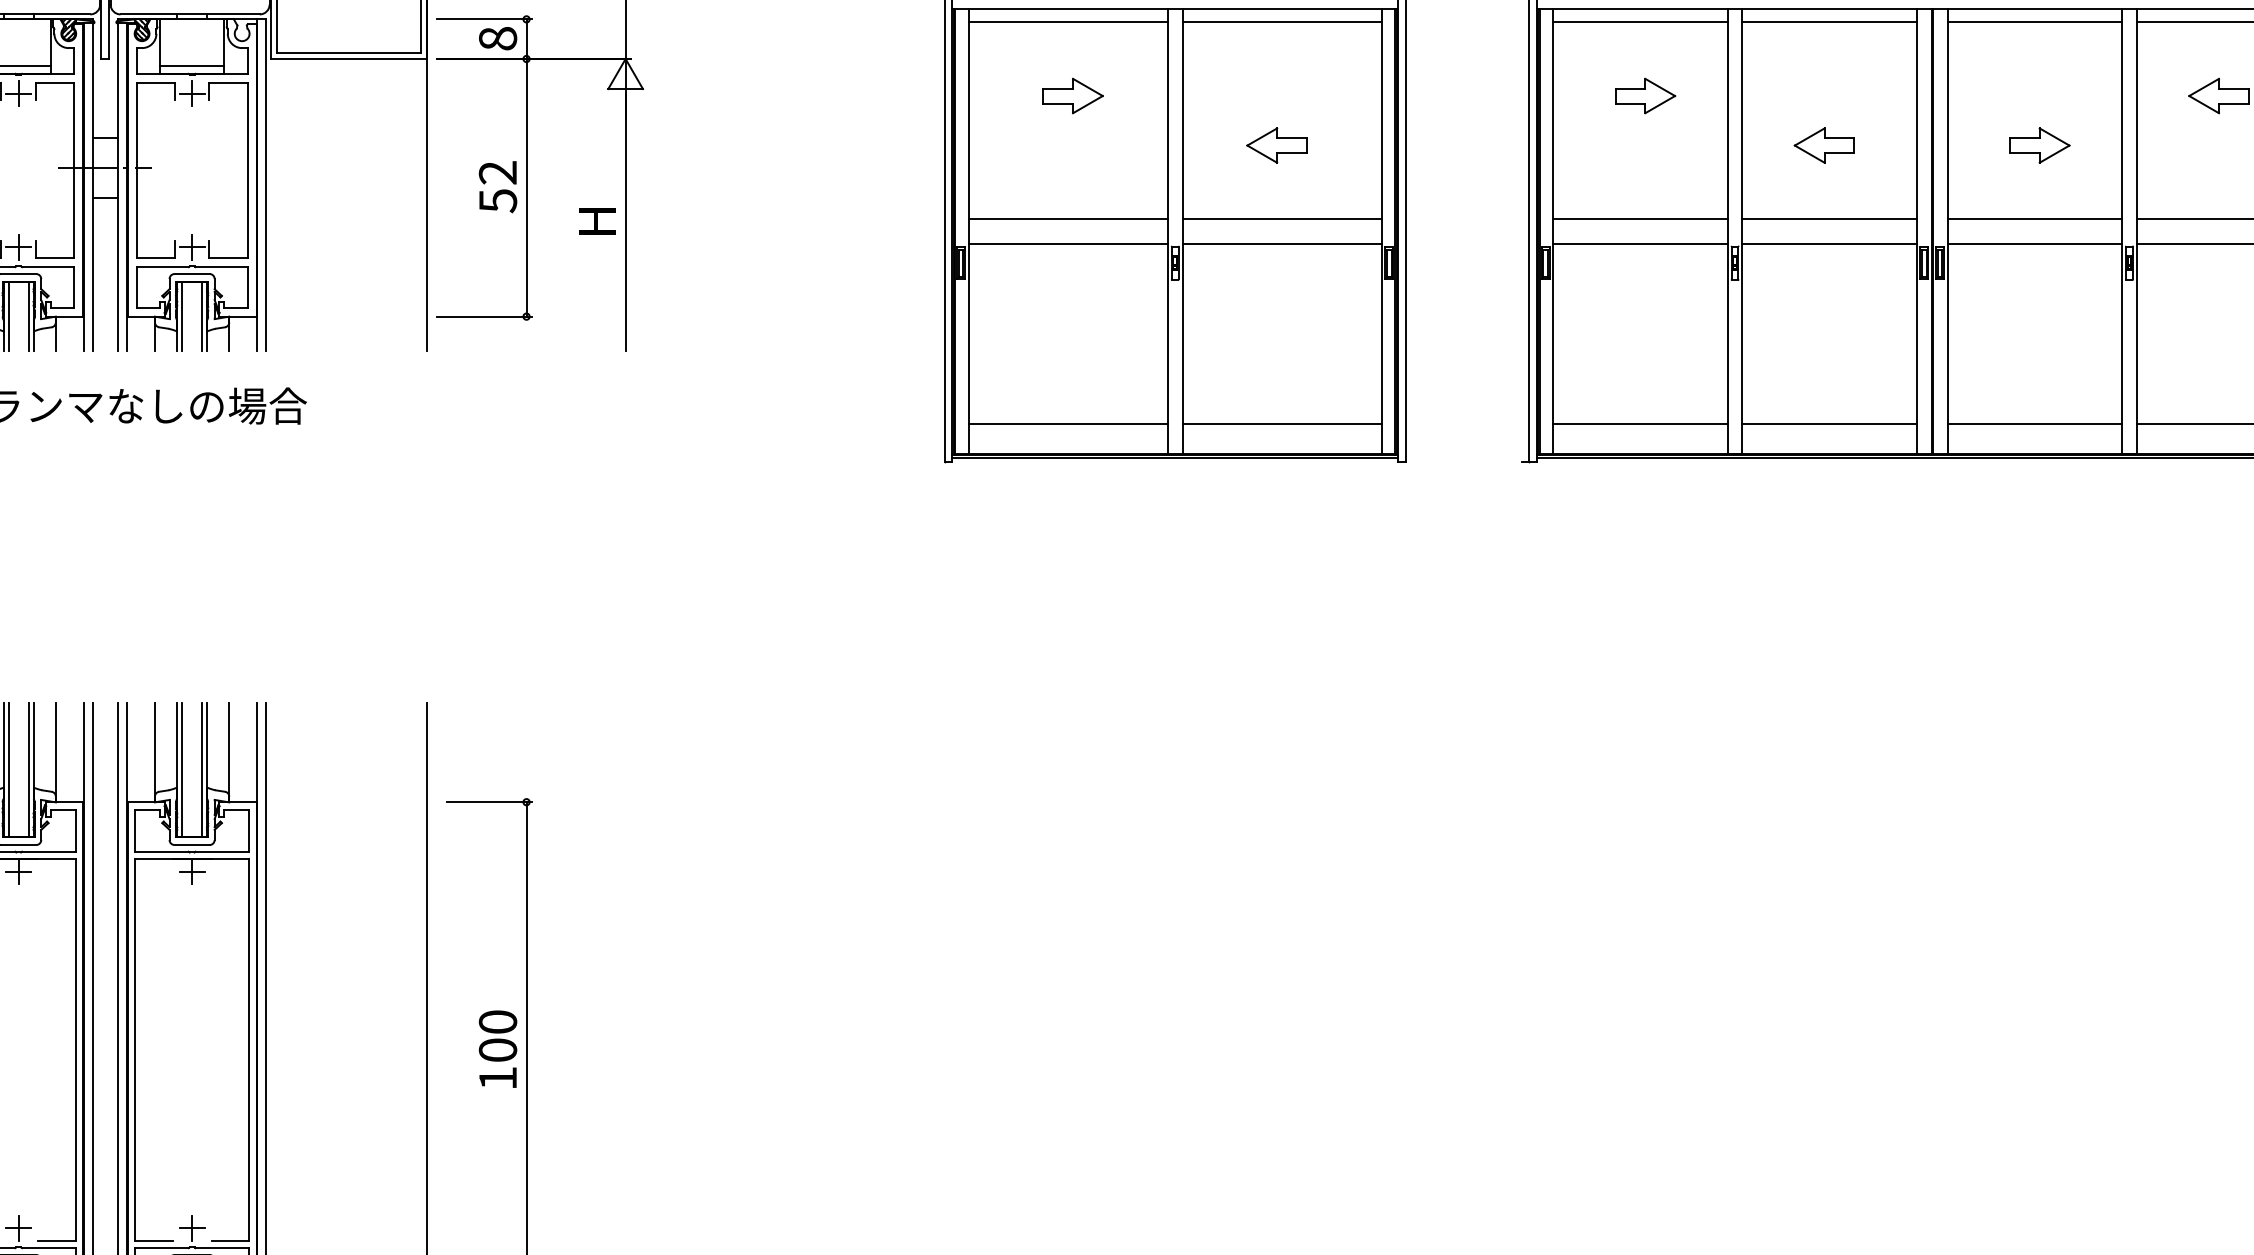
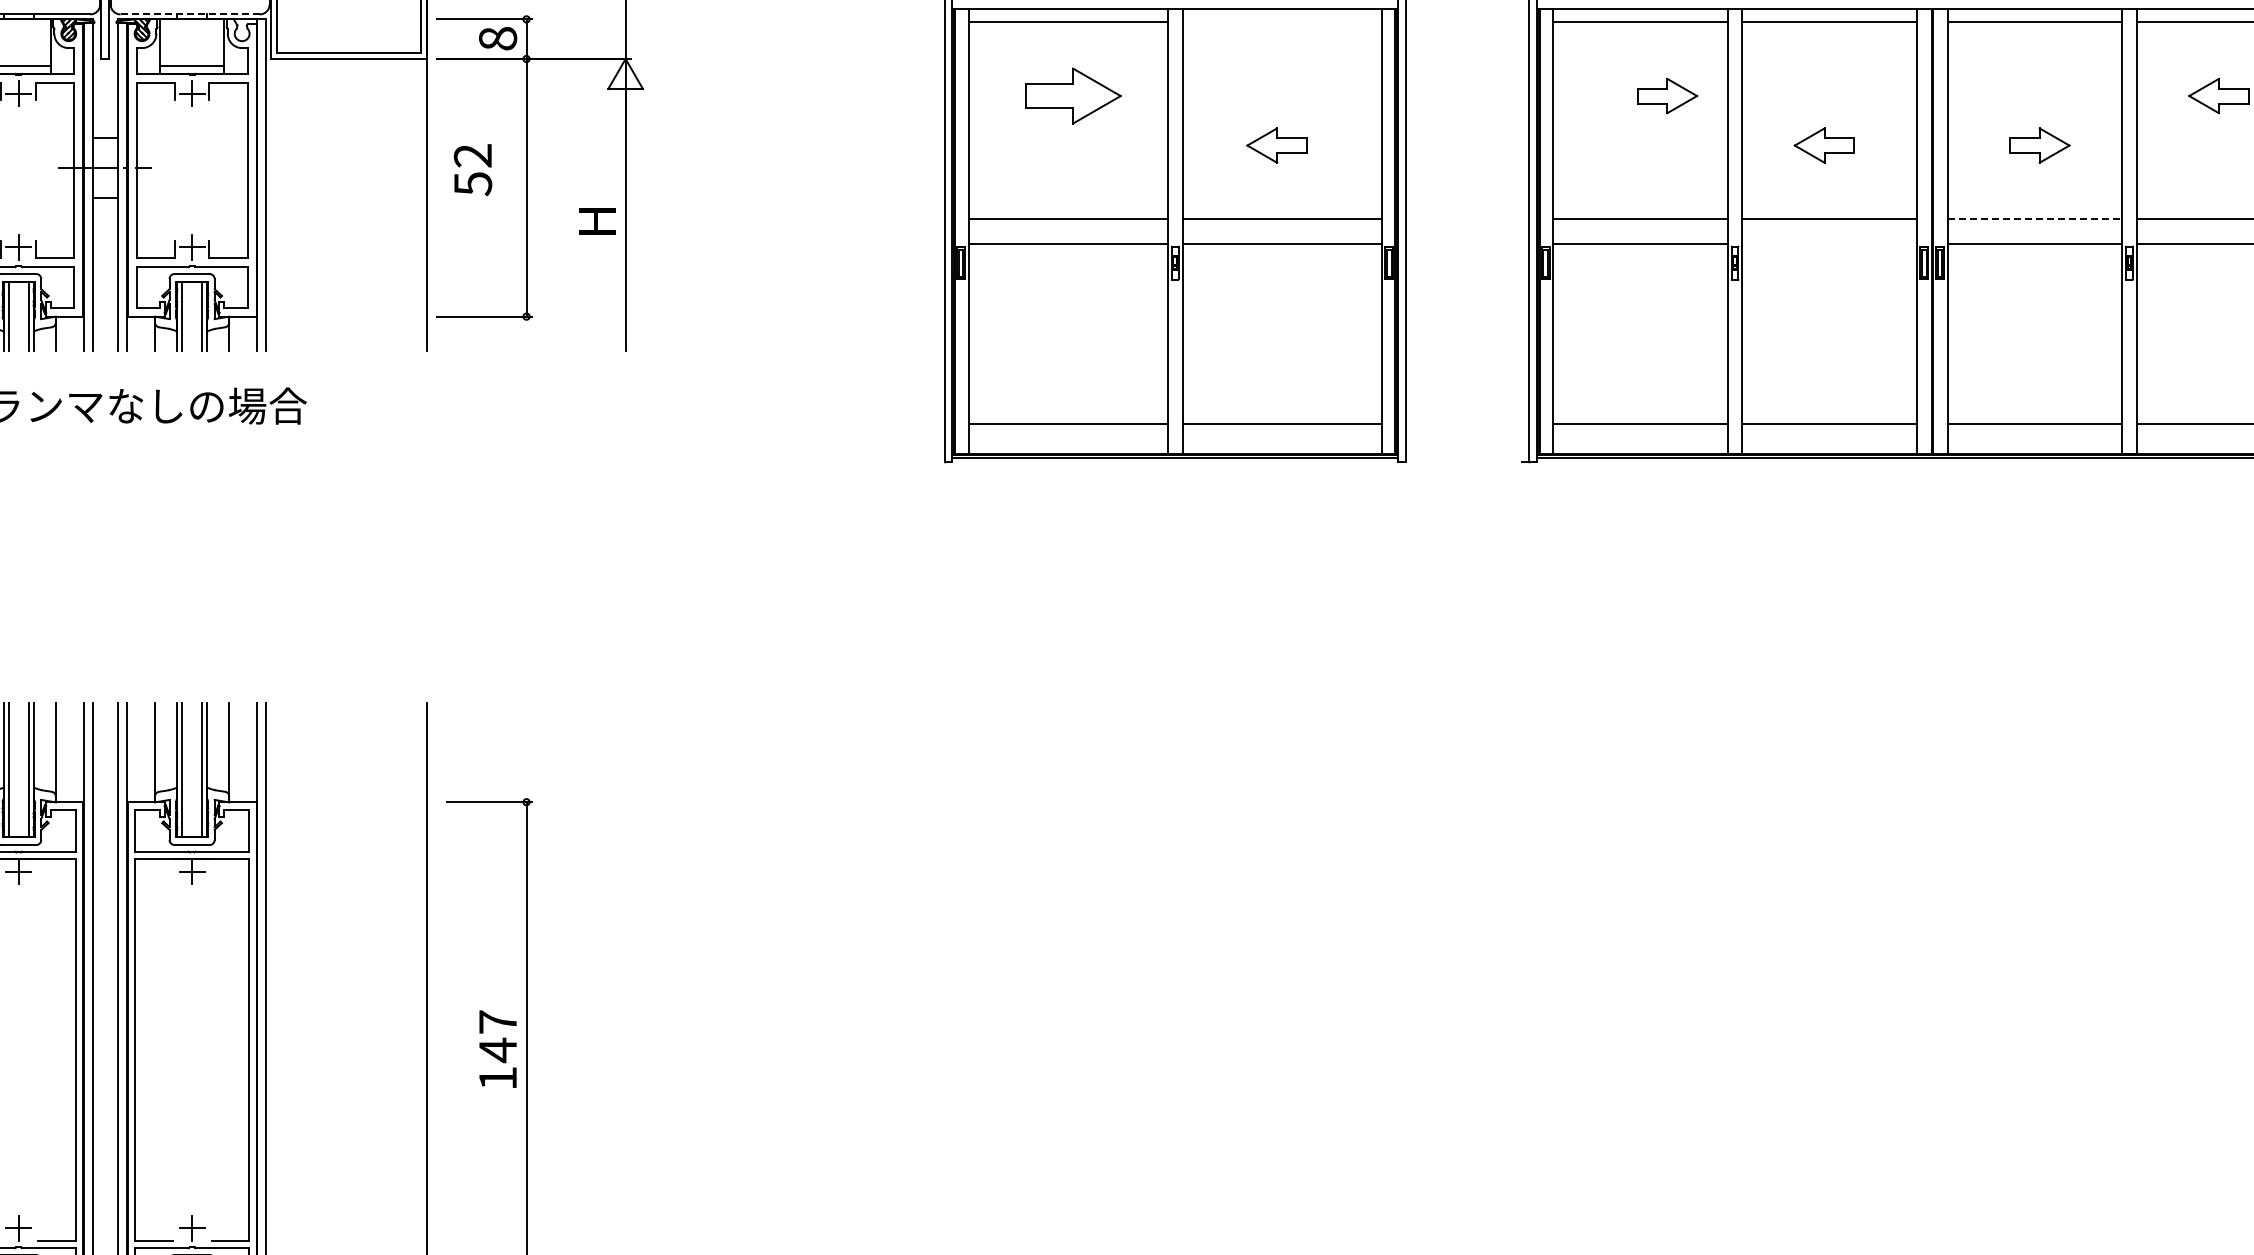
line at (190, 14): solid -> dashed
line at (1281, 22): present -> none
part at (1072, 95) size: 62x38 px -> 97x58 px
part at (1645, 95) position: (1645, 95) -> (1667, 95)
text at (497, 187) position: (497, 187) -> (472, 170)
line at (2035, 219): solid -> dashed
line at (1829, 244): present -> none
text at (497, 1036): 100 -> 147
